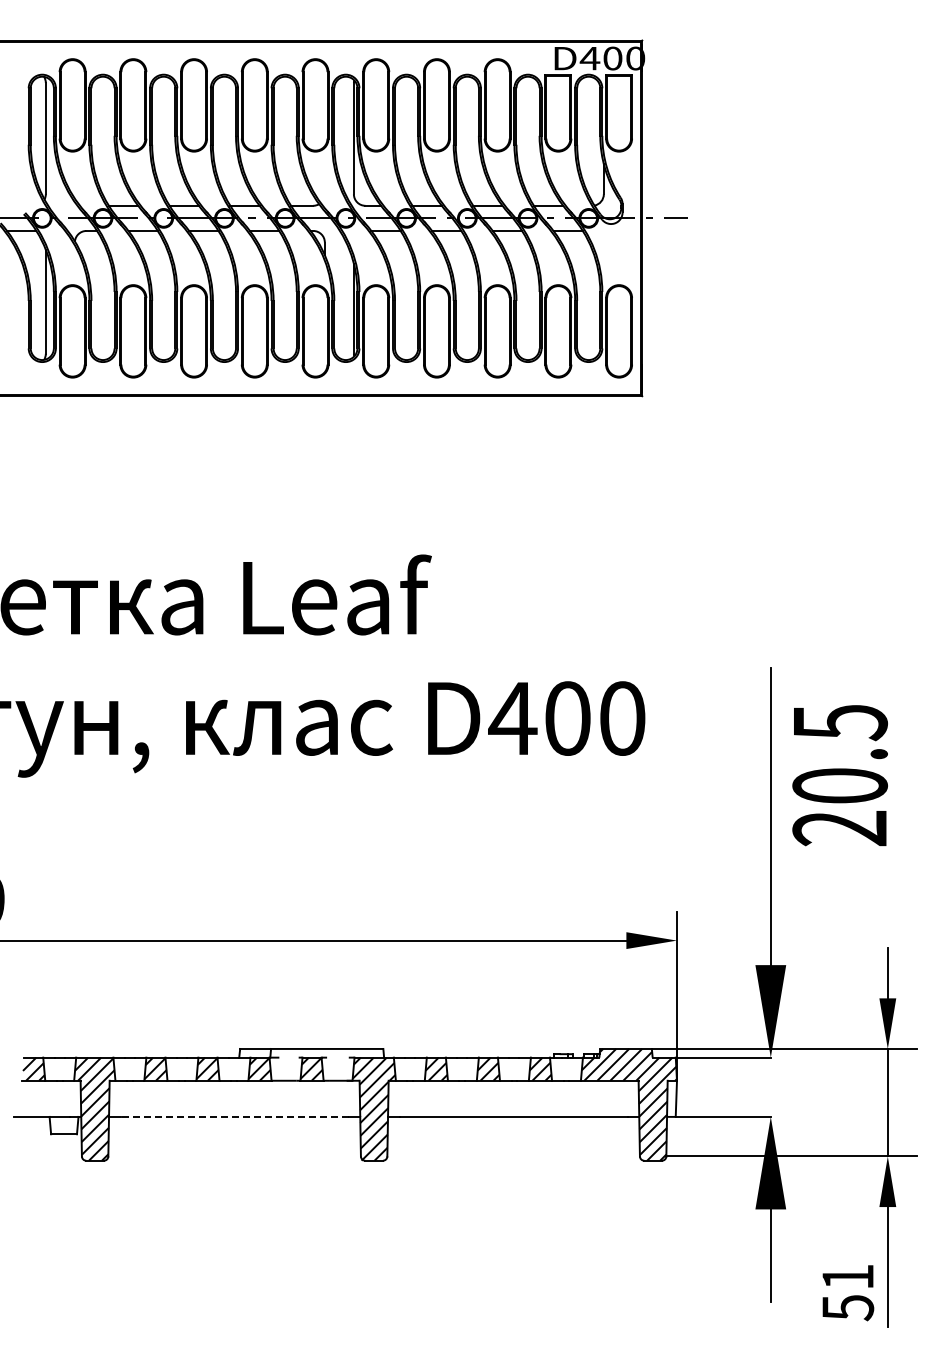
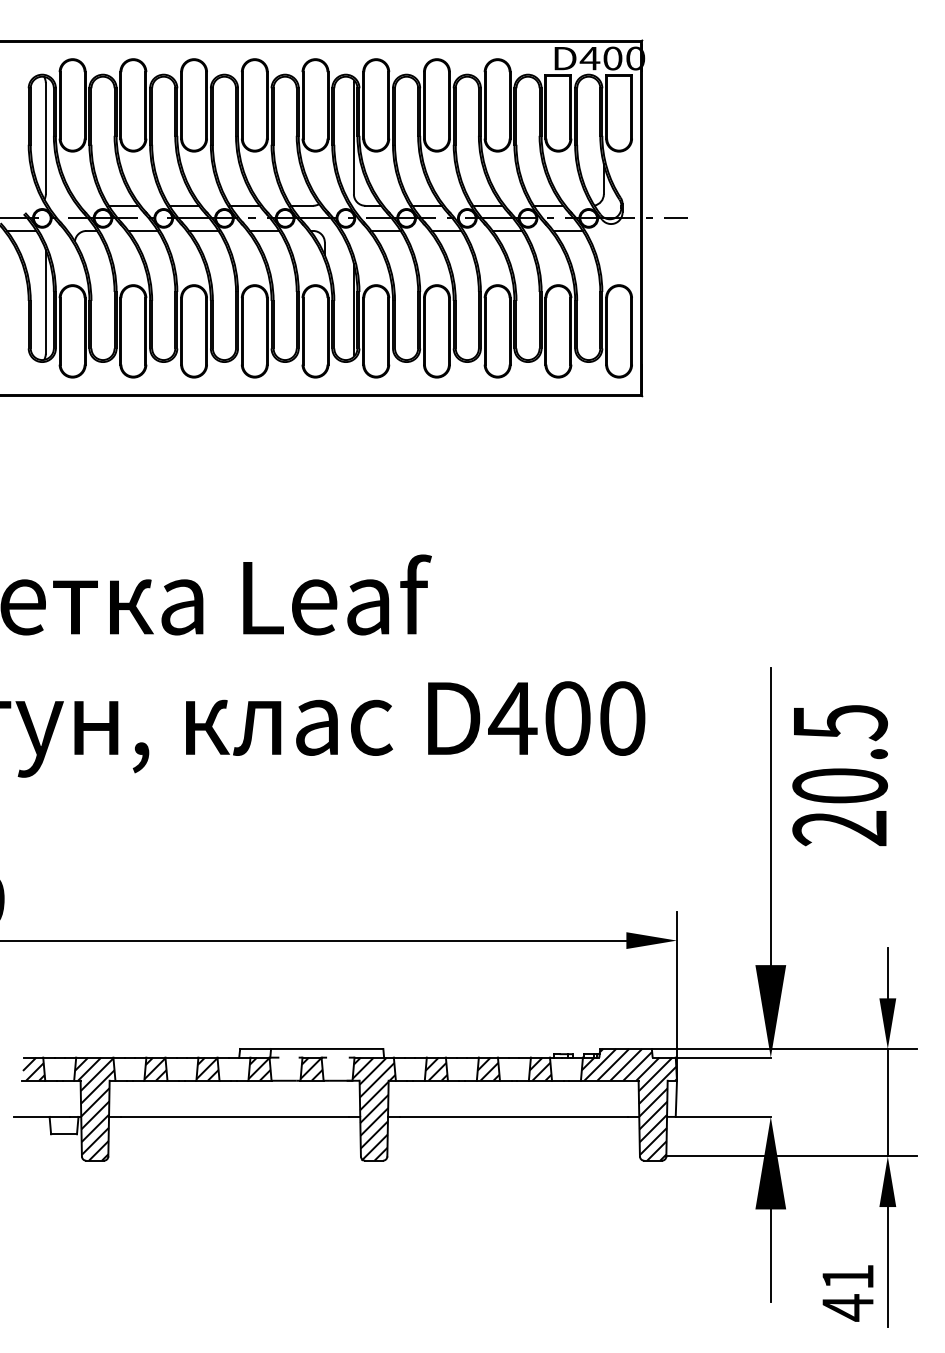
line at (234, 1116): dashed -> solid
text at (848, 1307): 51 -> 41
